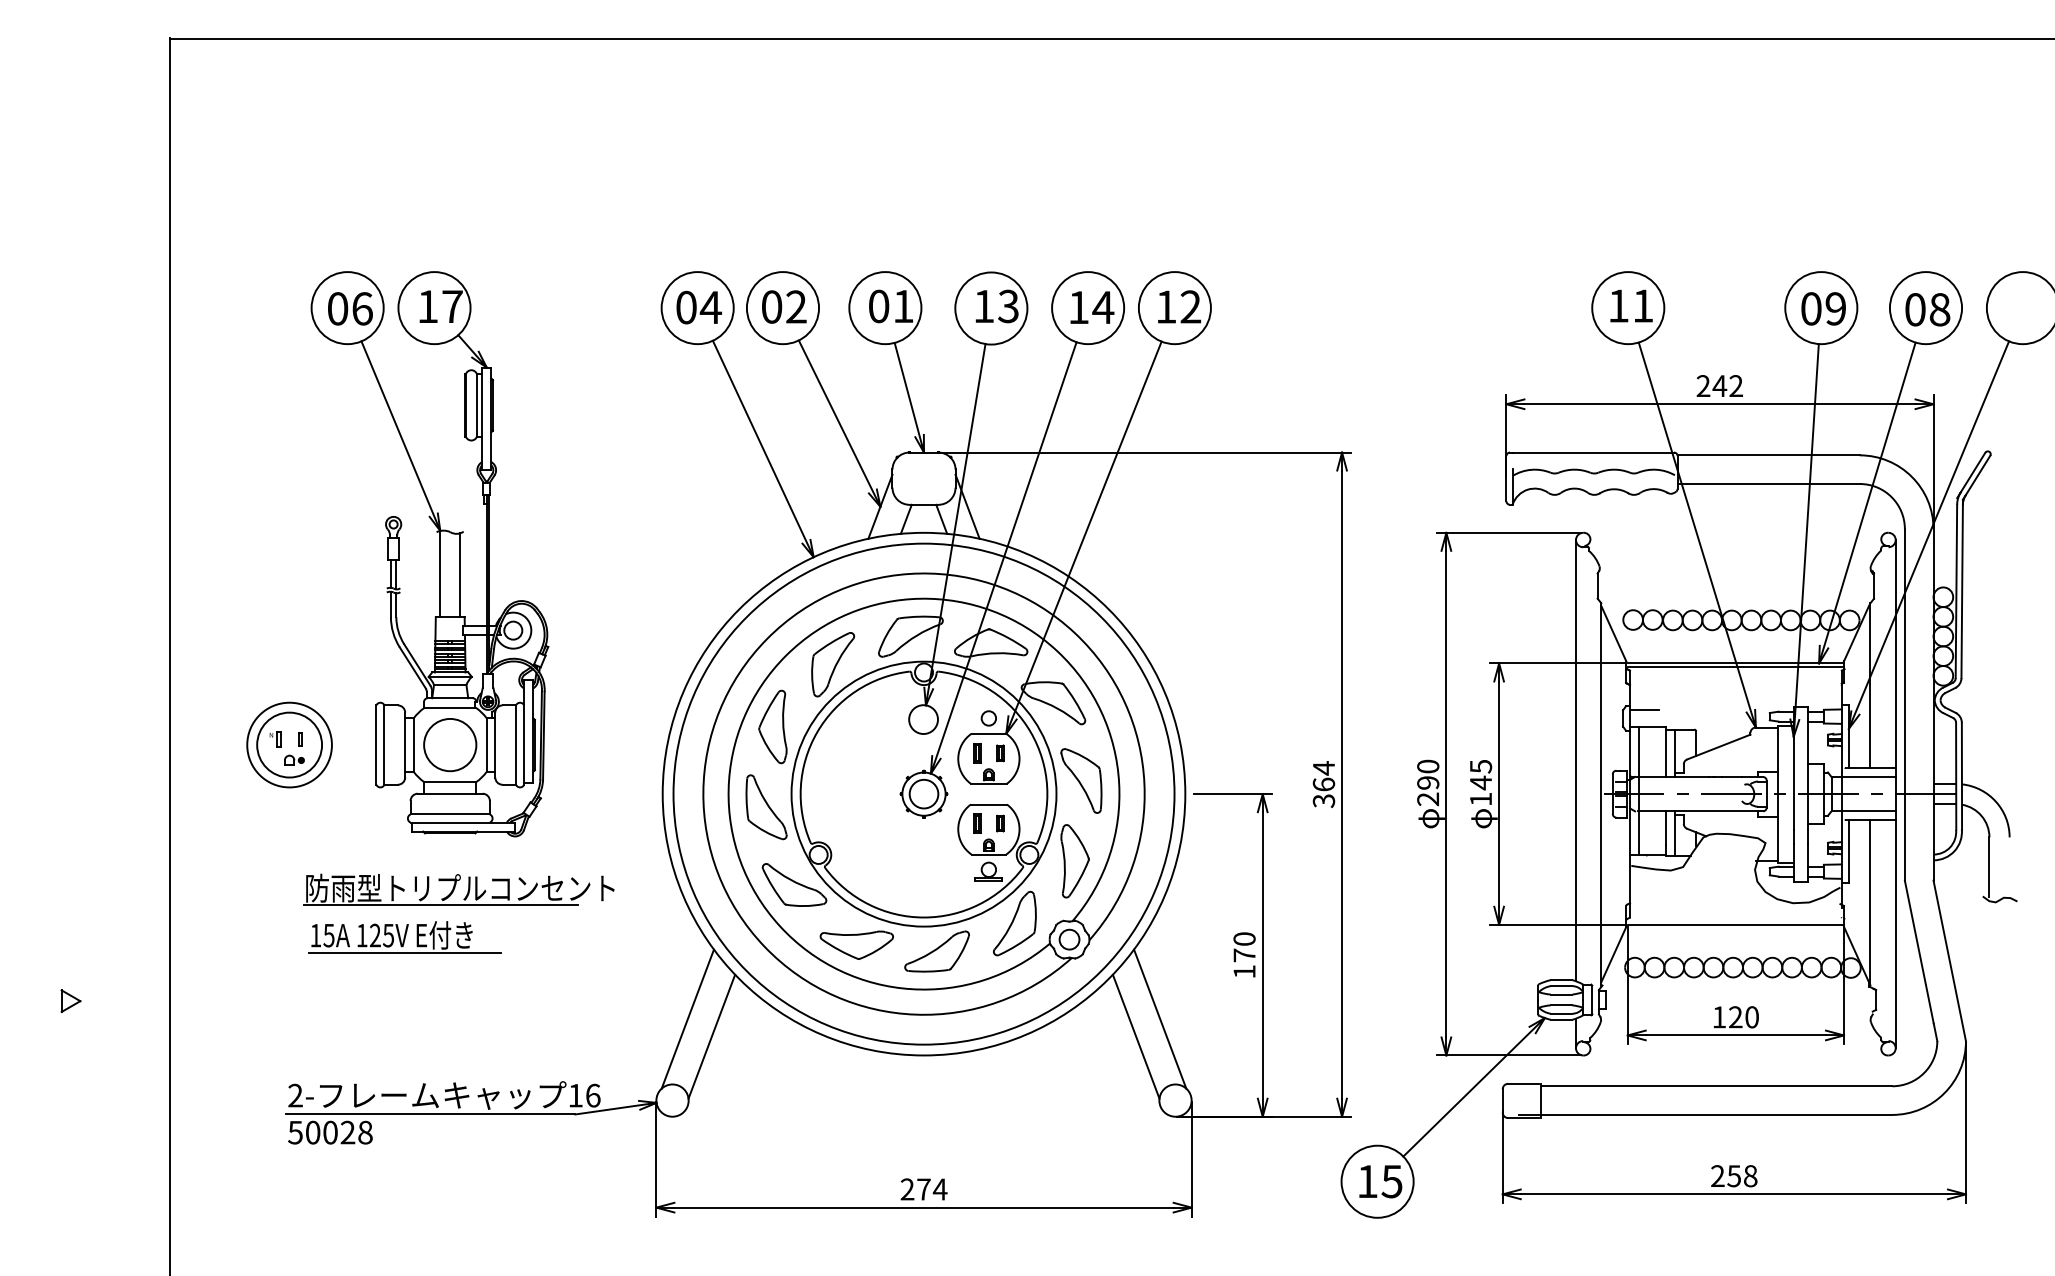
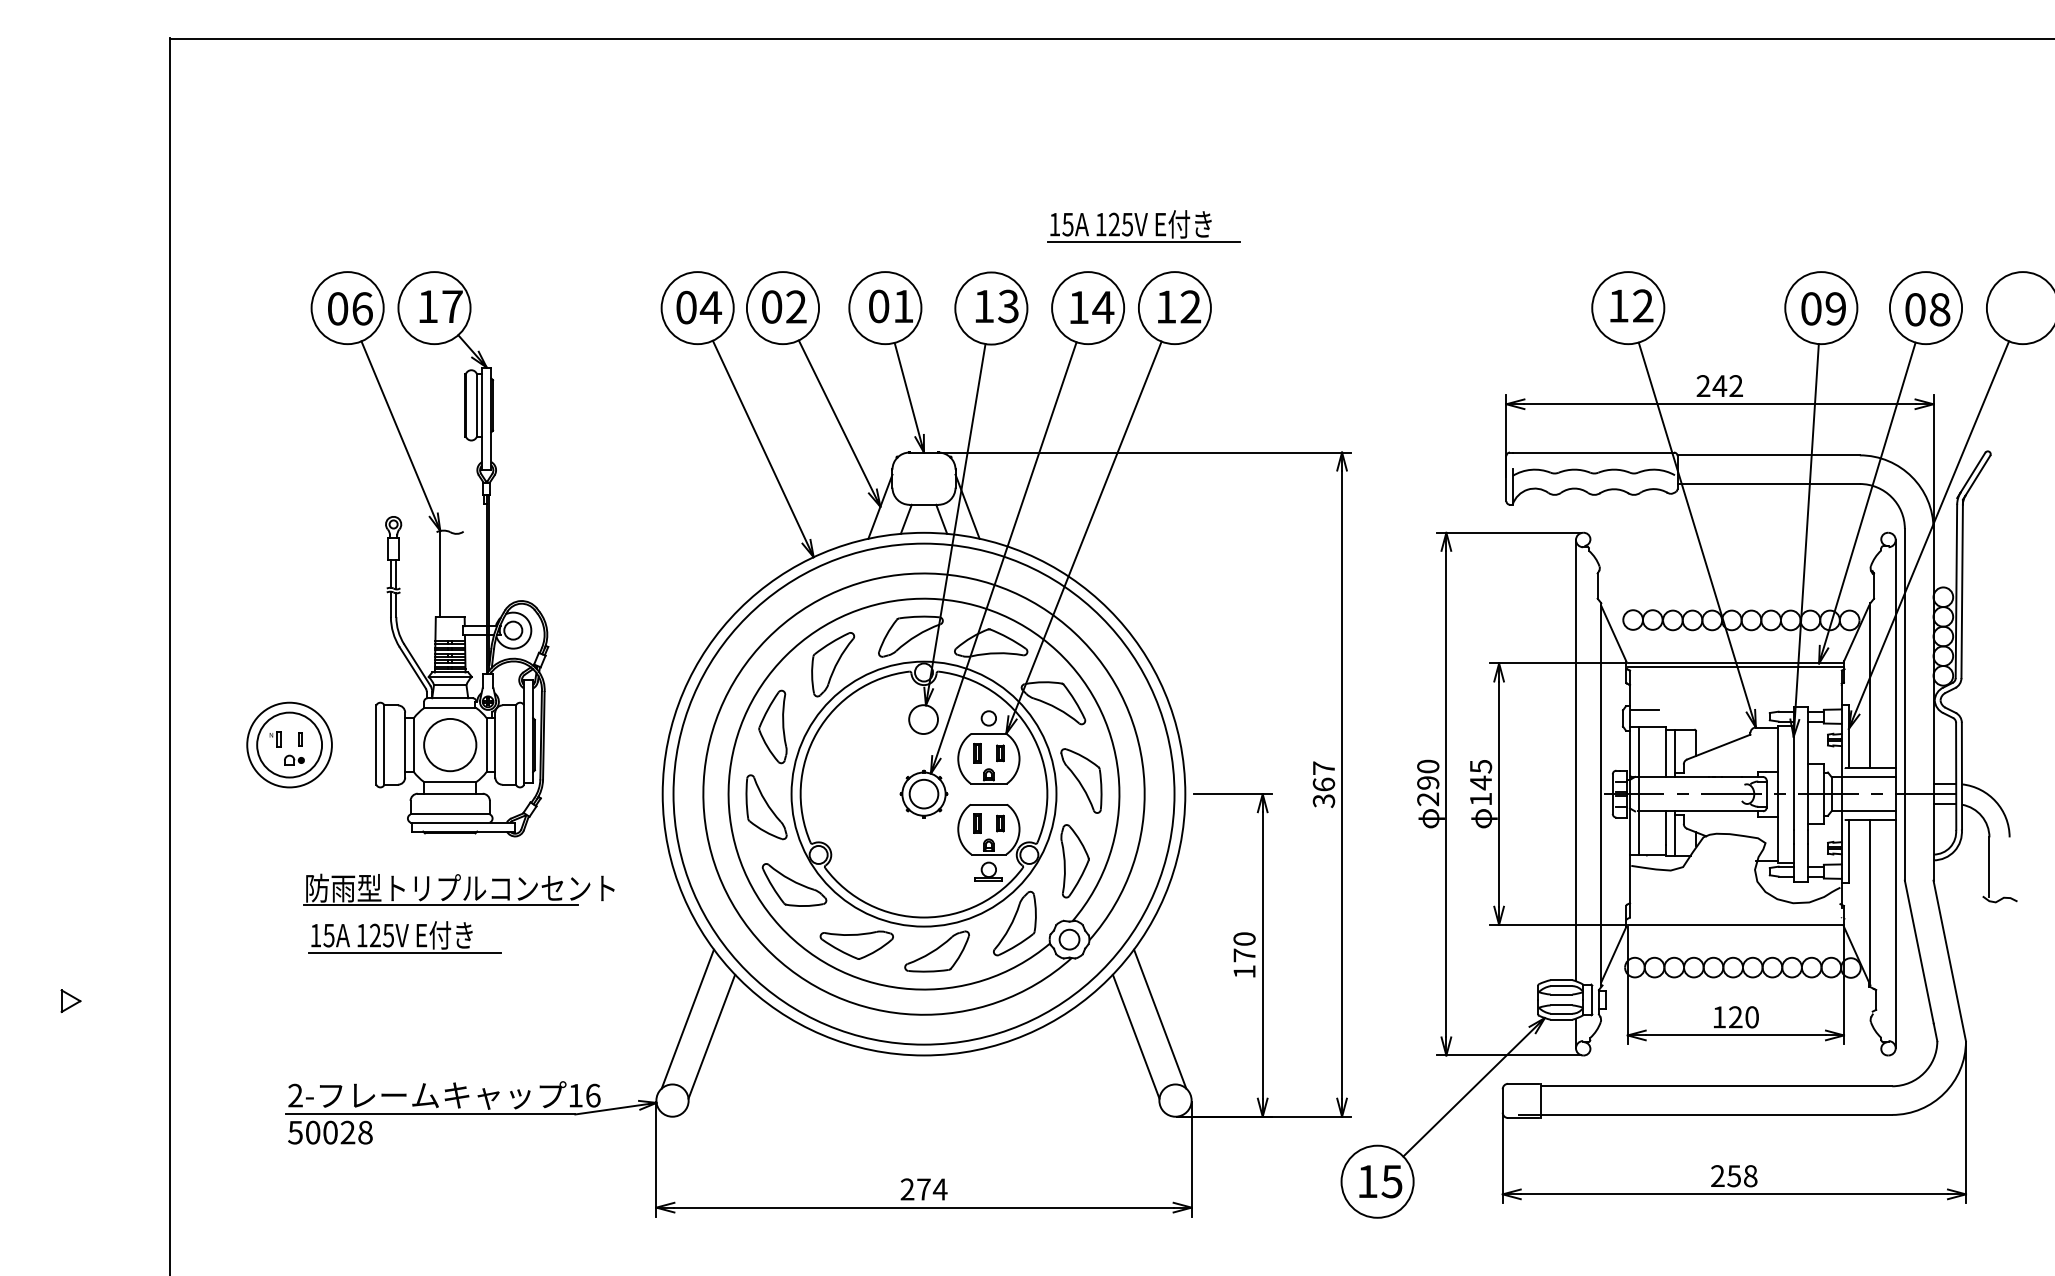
part at (1143, 226): none -> present
text at (1643, 305): 11 -> 12
line at (460, 575): present -> none
text at (1323, 768): 364 -> 367
